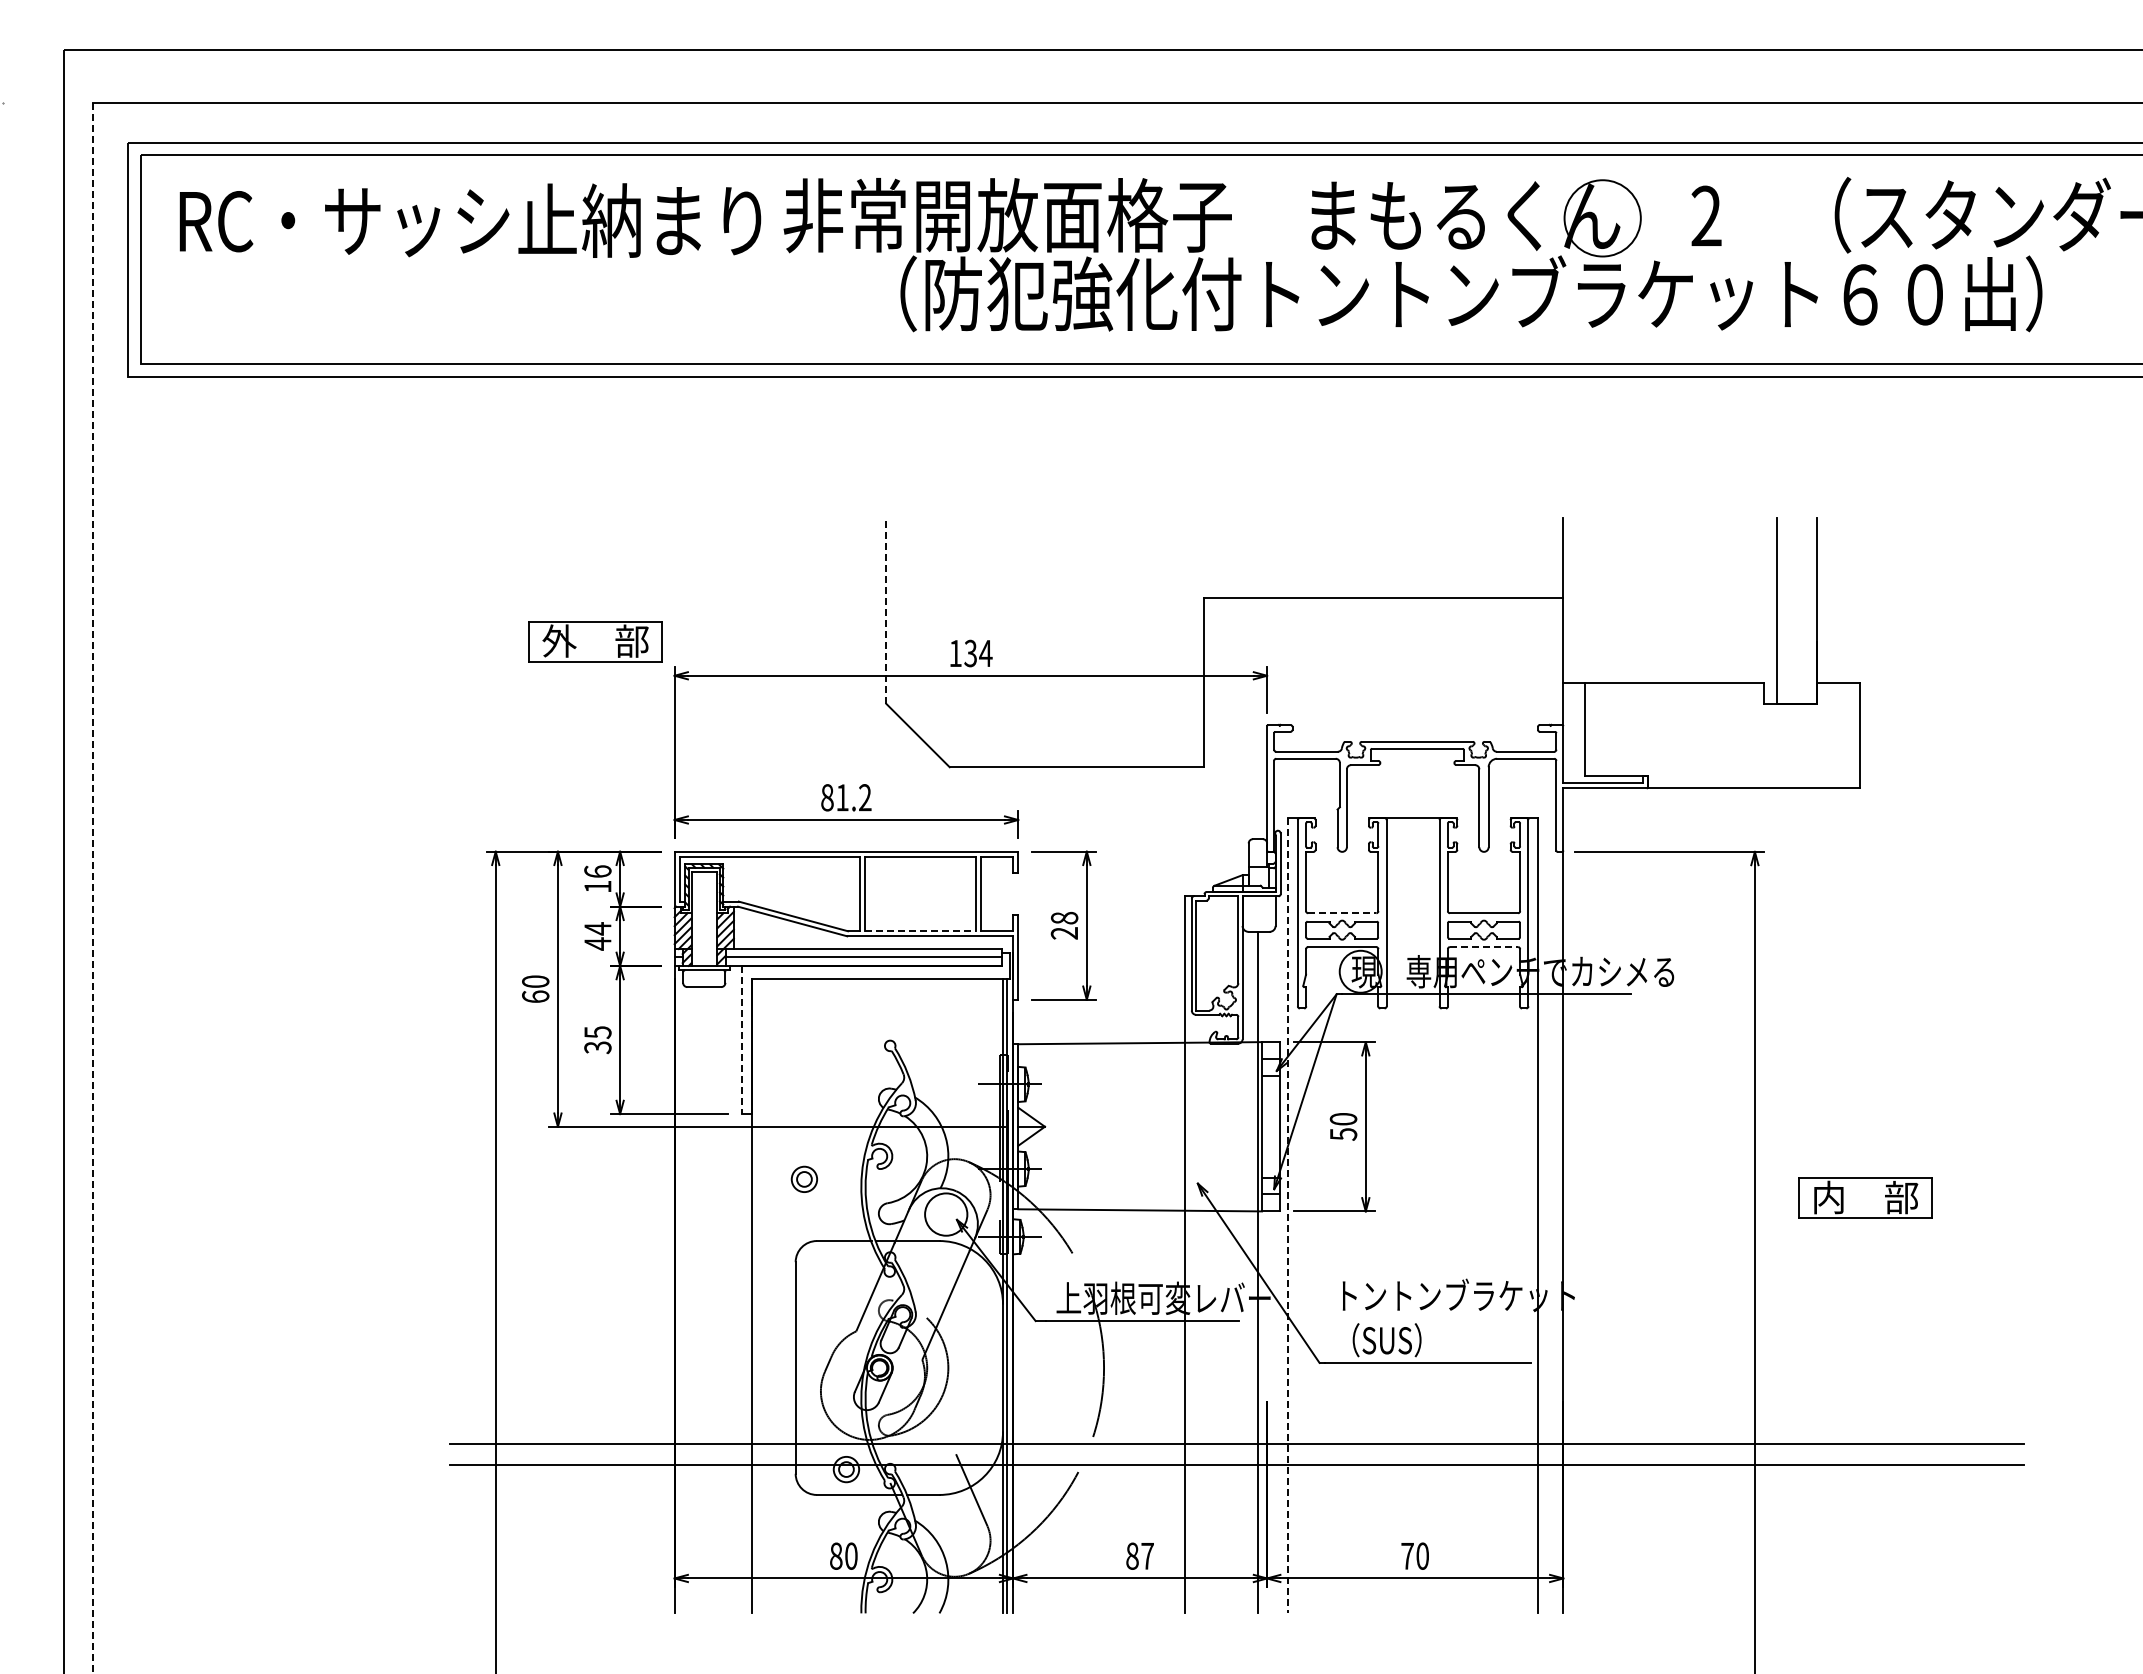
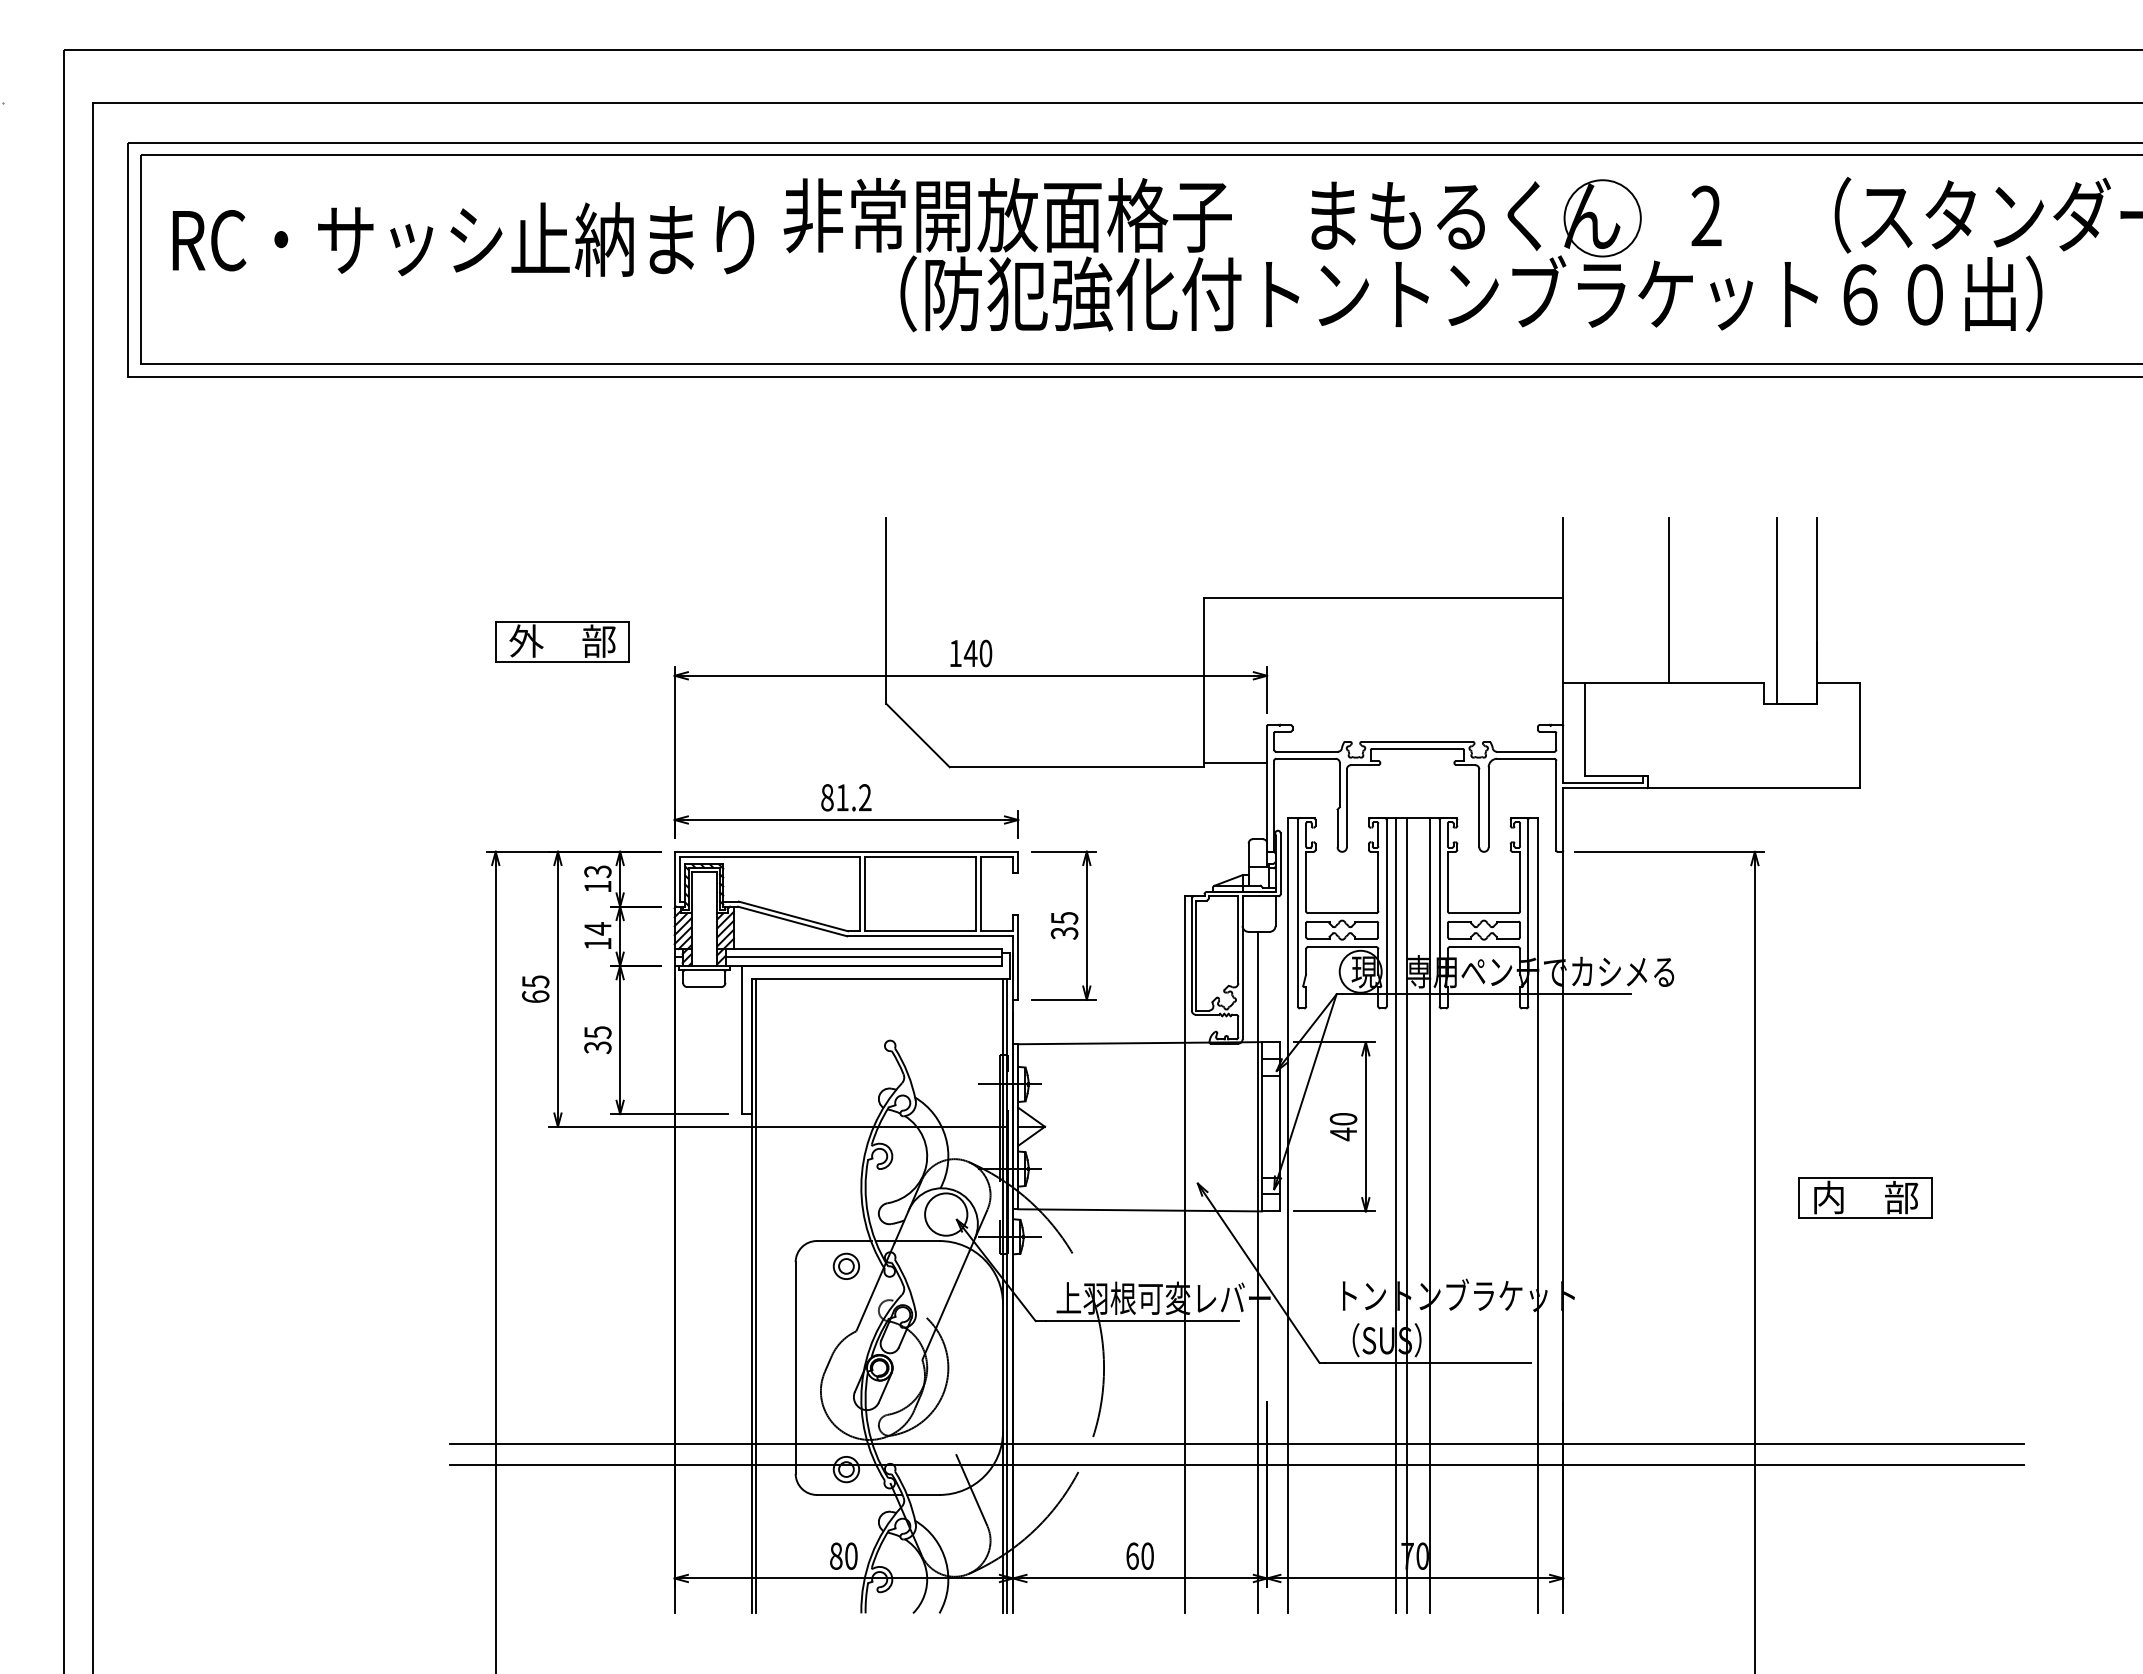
text at (470, 220) position: (470, 220) -> (463, 239)
line at (1669, 600): none -> present
line at (886, 610): dashed -> solid
part at (595, 641) position: (595, 641) -> (562, 641)
text at (977, 653): 134 -> 140
line at (1235, 763): none -> present
text at (597, 871): 16 -> 13
line at (92, 888): dashed -> solid
line at (1342, 913): dashed -> solid
text at (1064, 925): 28 -> 35
line at (920, 931): dashed -> solid
text at (597, 943): 44 -> 14
line at (1484, 947): dashed -> solid
text at (535, 981): 60 -> 65
line at (741, 1040): dashed -> solid
text at (1343, 1134): 50 -> 40
part at (803, 1178) position: (803, 1178) -> (845, 1265)
line at (1288, 1215): dashed -> solid
line at (1396, 1215): none -> present
line at (1406, 1215): none -> present
line at (1430, 1215): none -> present
line at (756, 1295): none -> present
text at (1139, 1555): 87 -> 60
